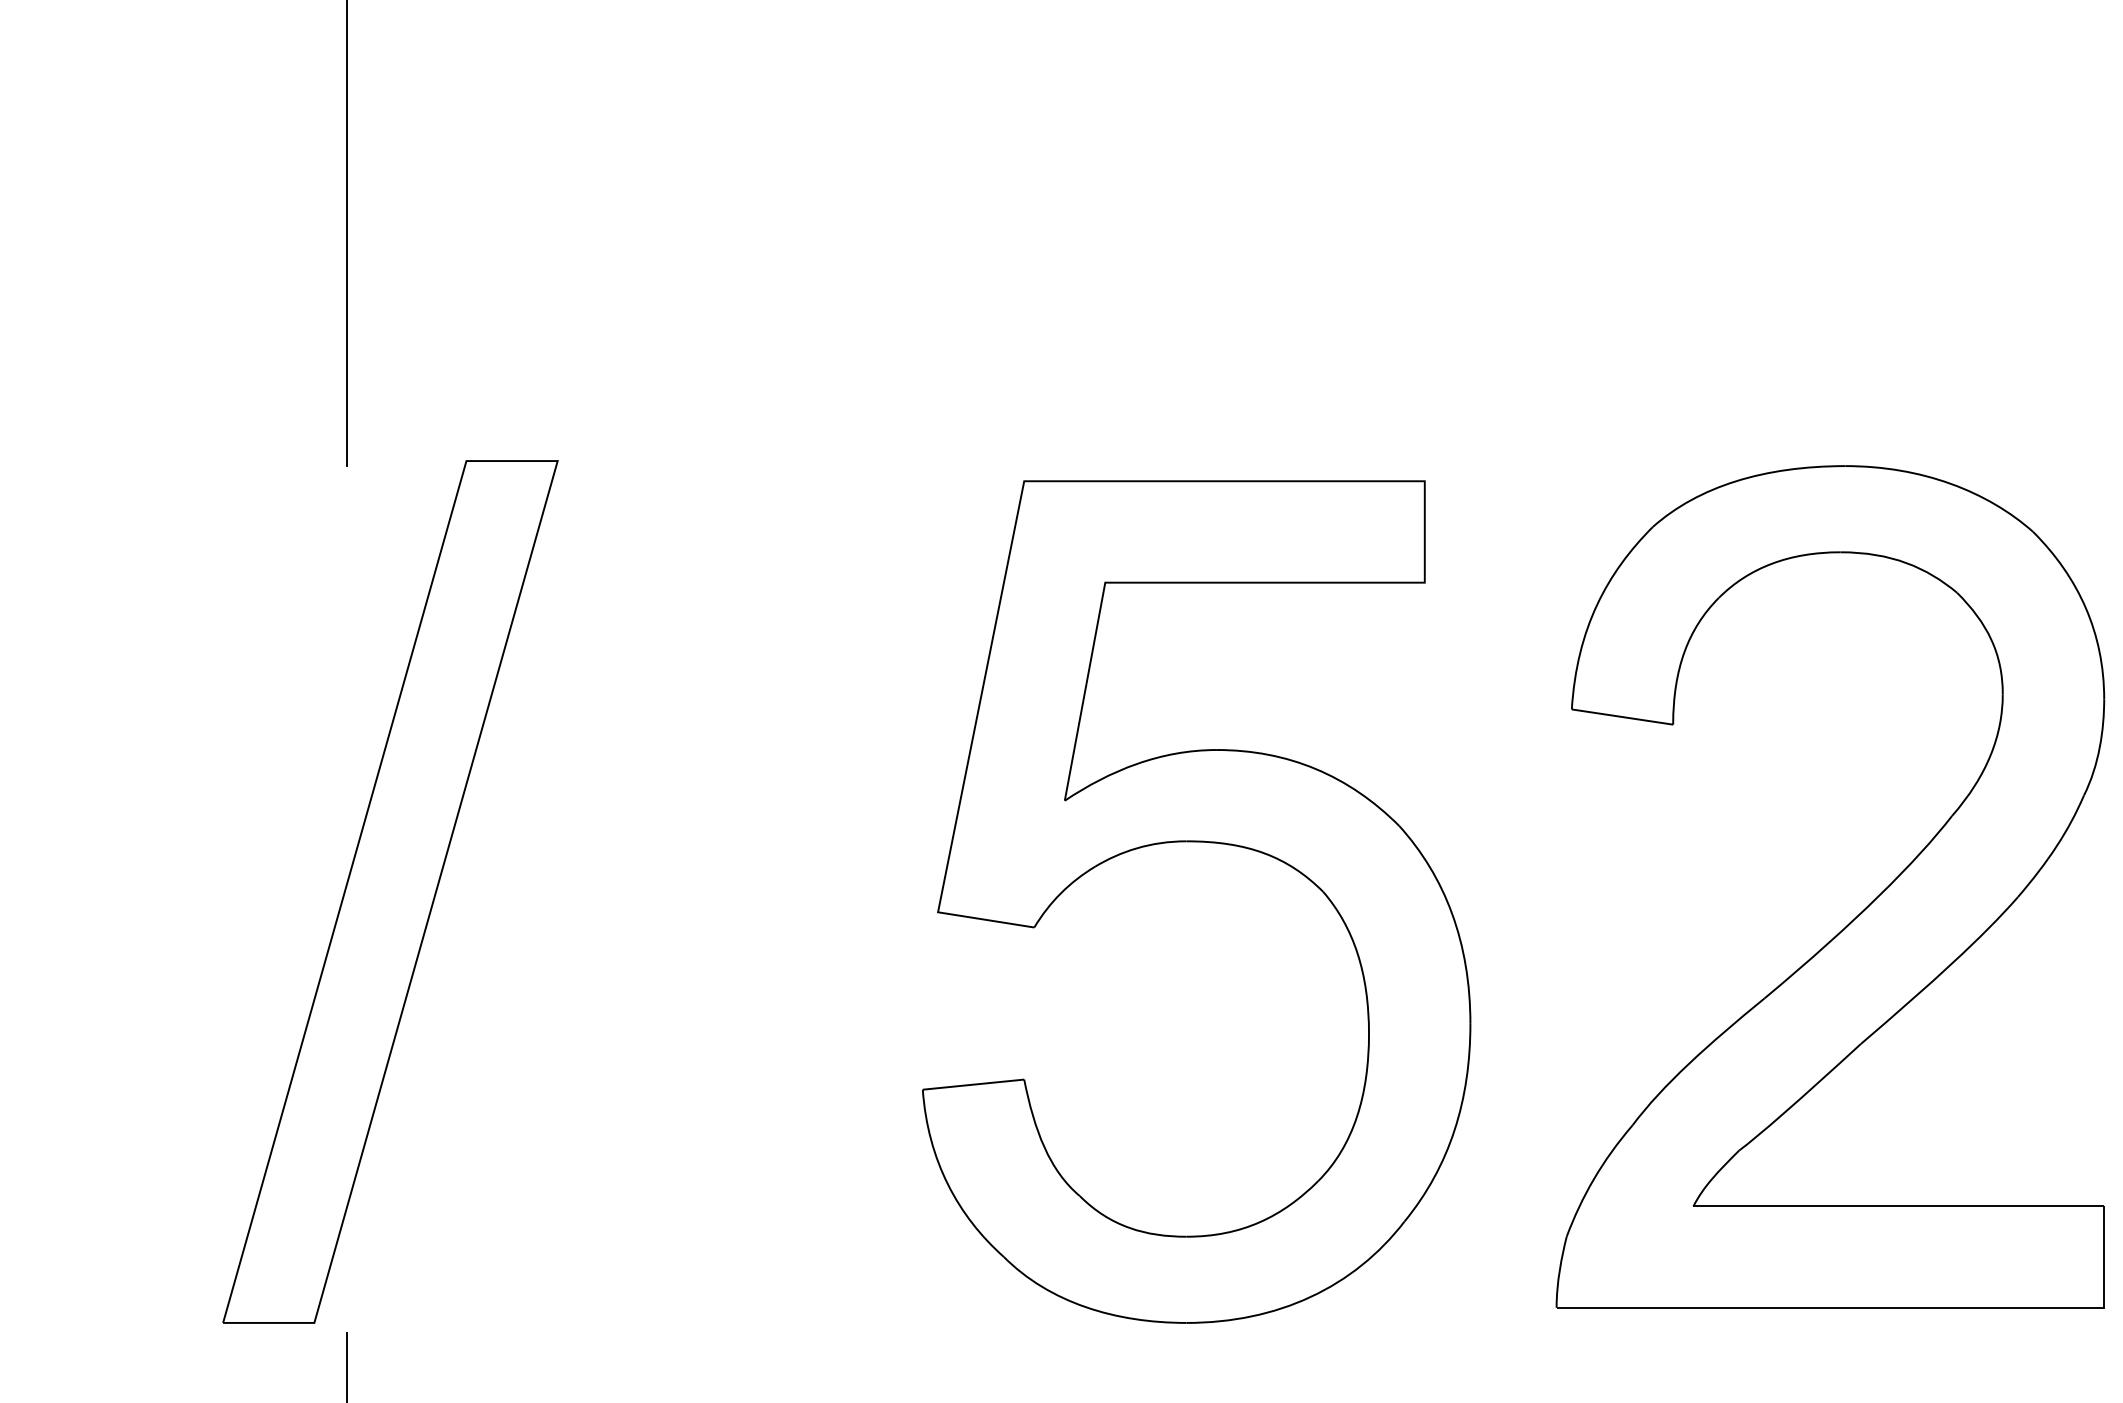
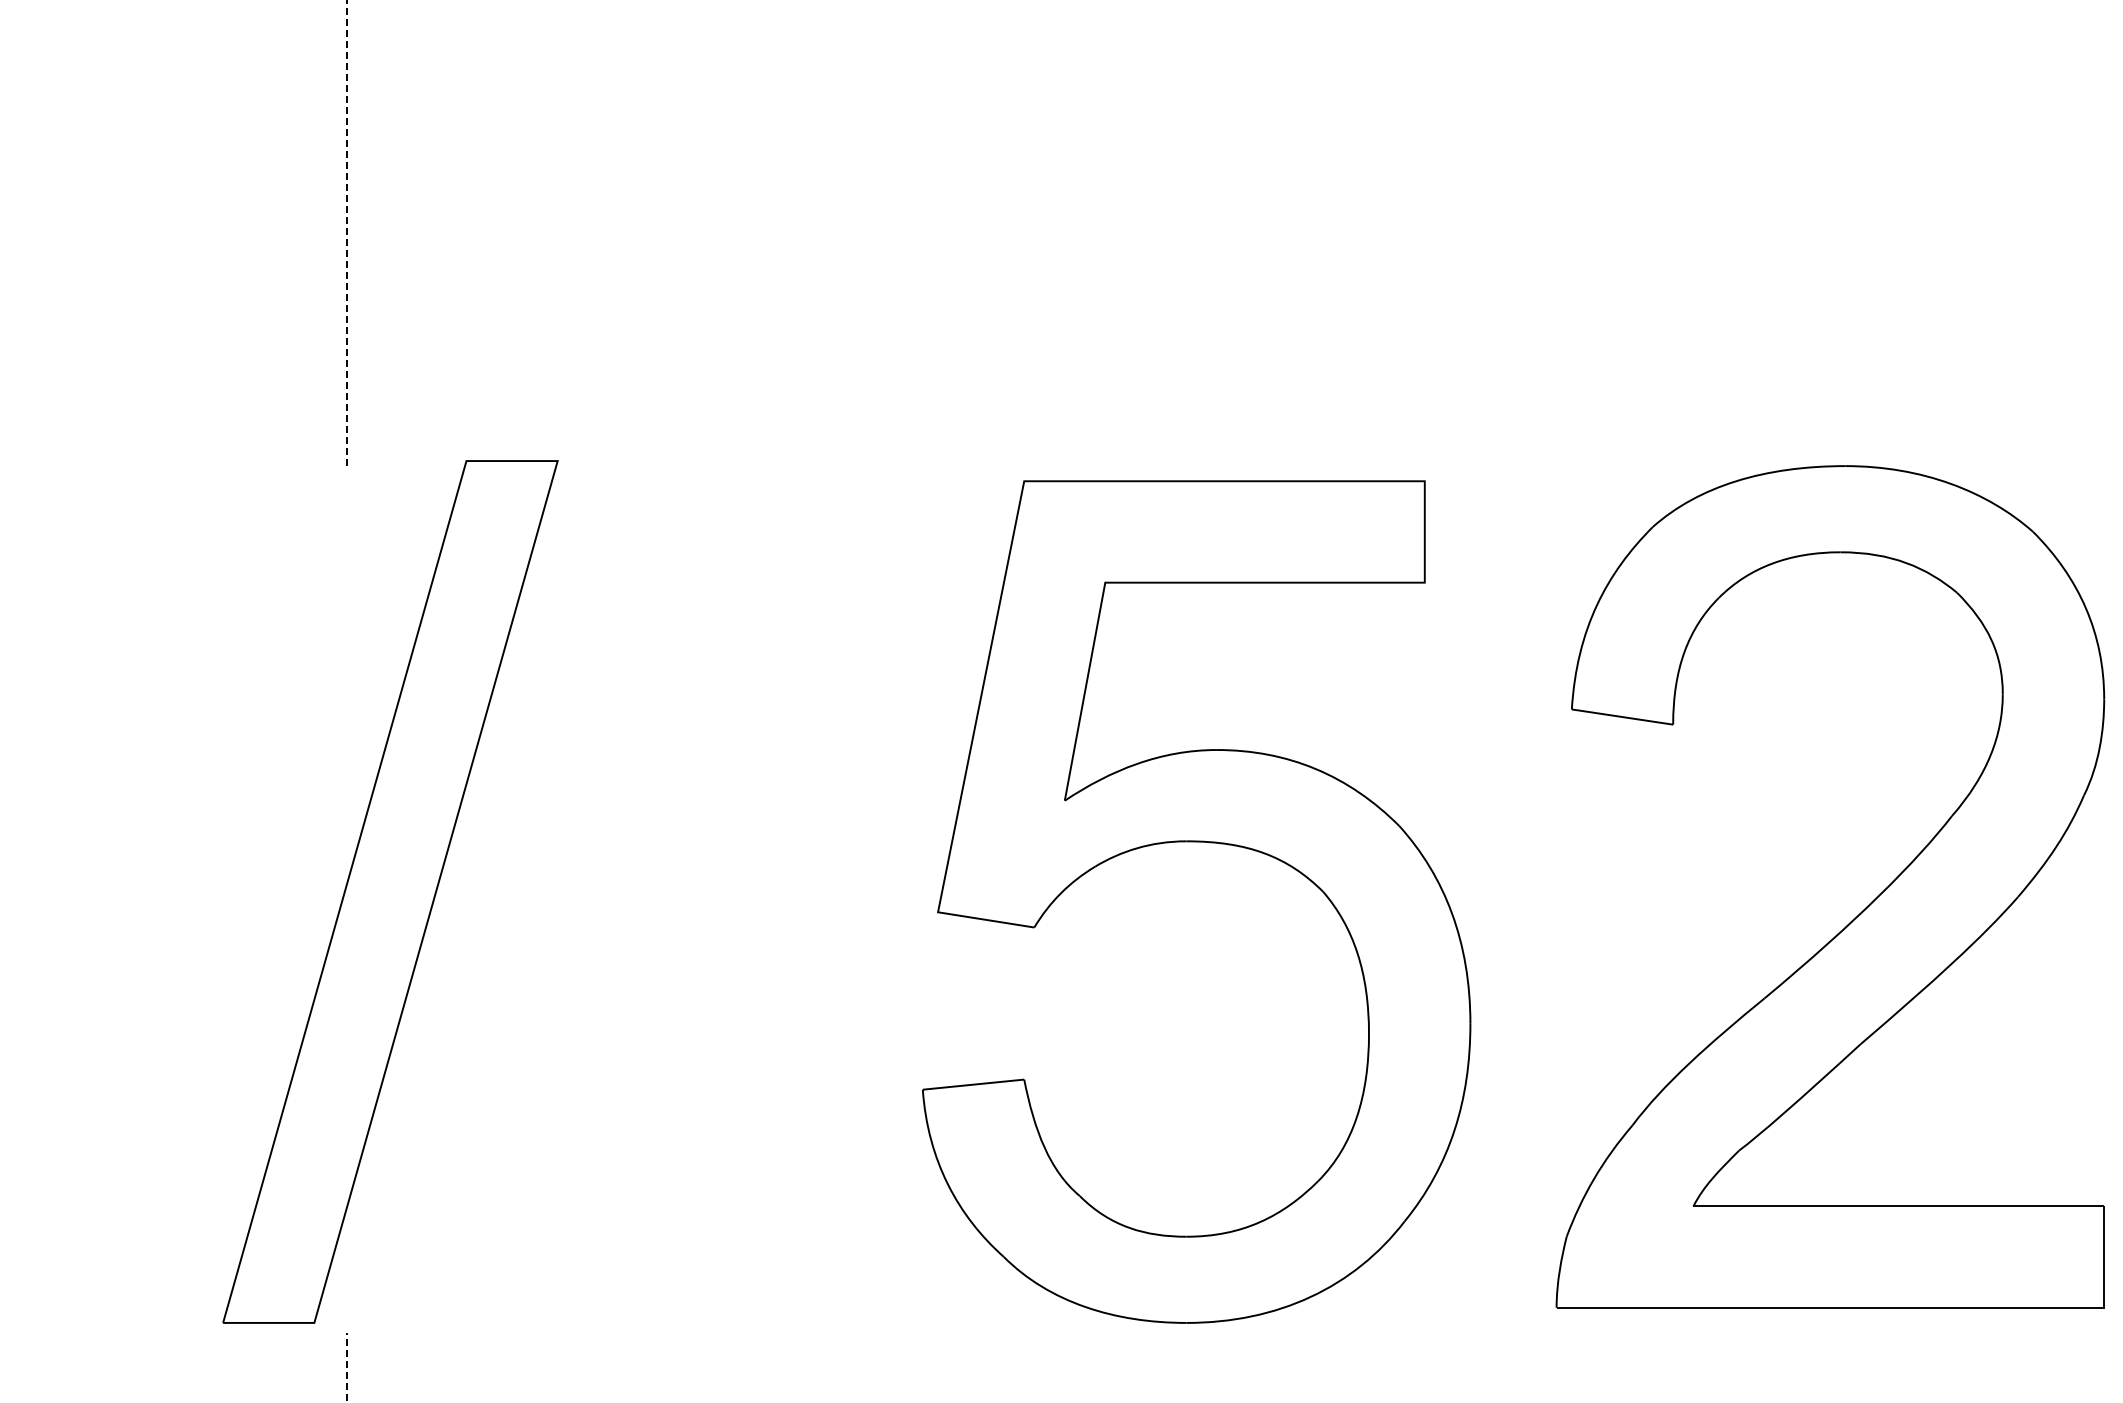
line at (347, 233): solid -> dashed
line at (347, 1367): solid -> dashed
